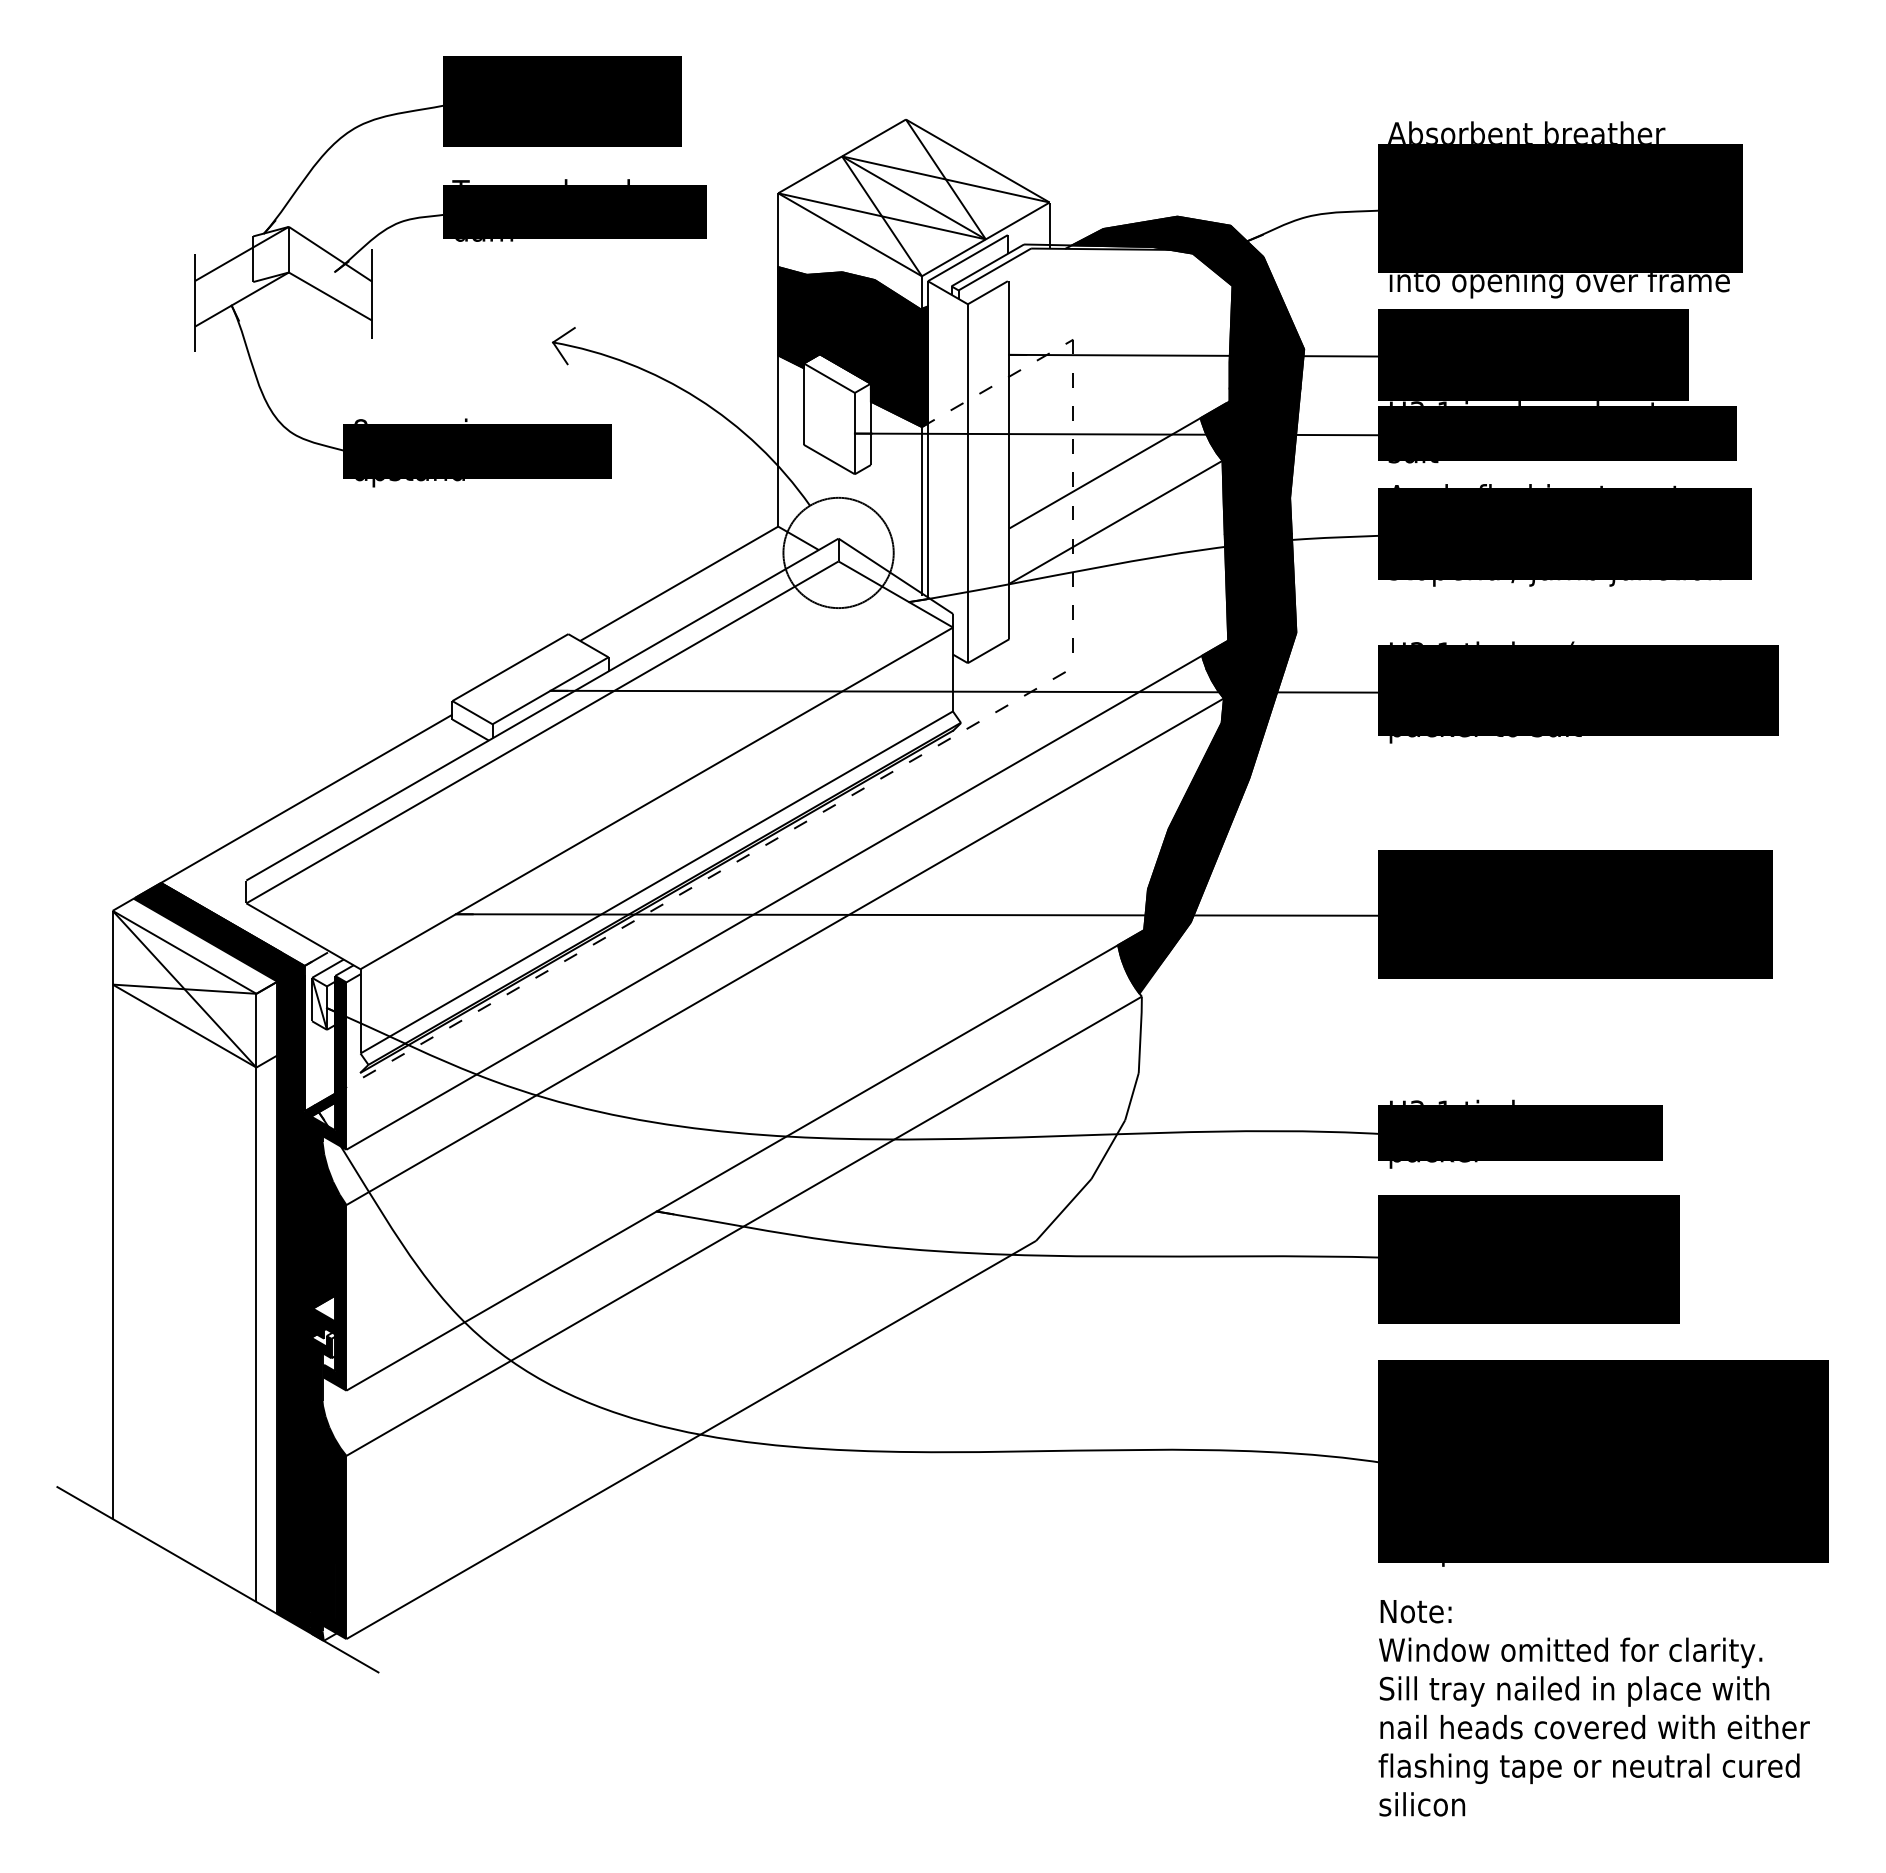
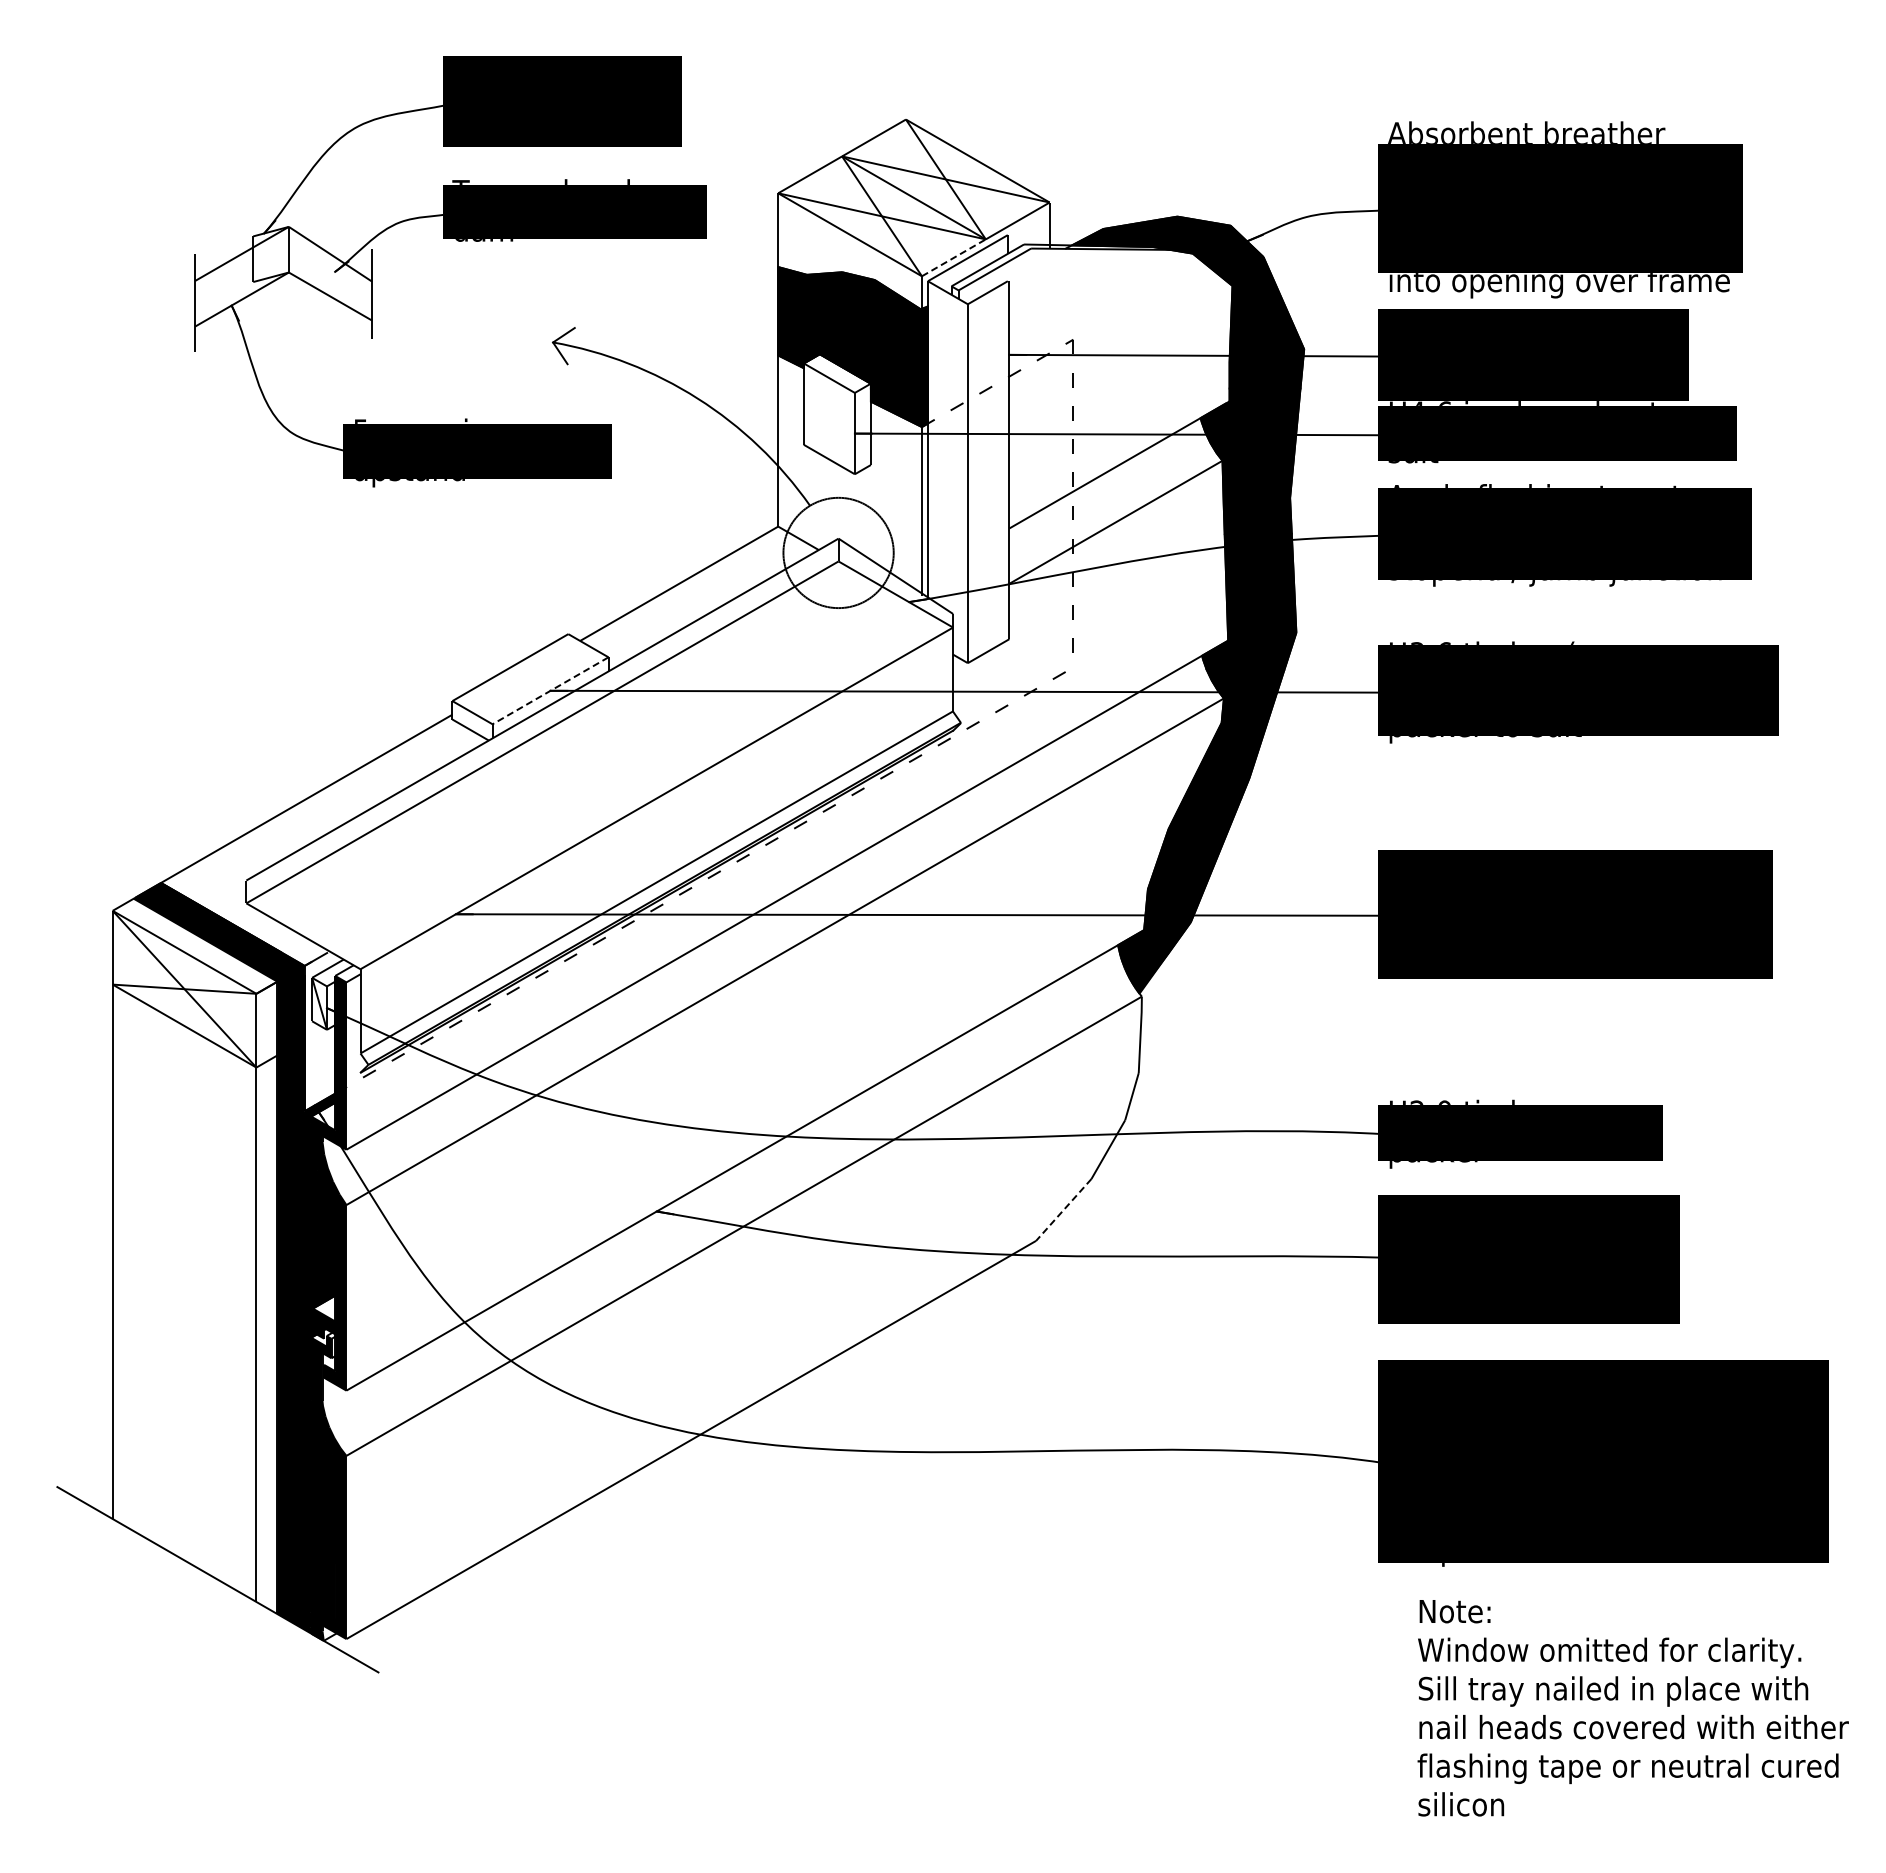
line at (953, 257): solid -> dashed
text at (1430, 403): H3.1 -> H4.6
text at (360, 421): 8mm -> 5mm
text at (1444, 643): H3.1 -> H3.6
line at (550, 690): solid -> dashed
text at (1430, 1102): H3.1 -> H2.0
line at (1063, 1210): solid -> dashed
text at (1593, 1708) position: (1593, 1708) -> (1632, 1708)
